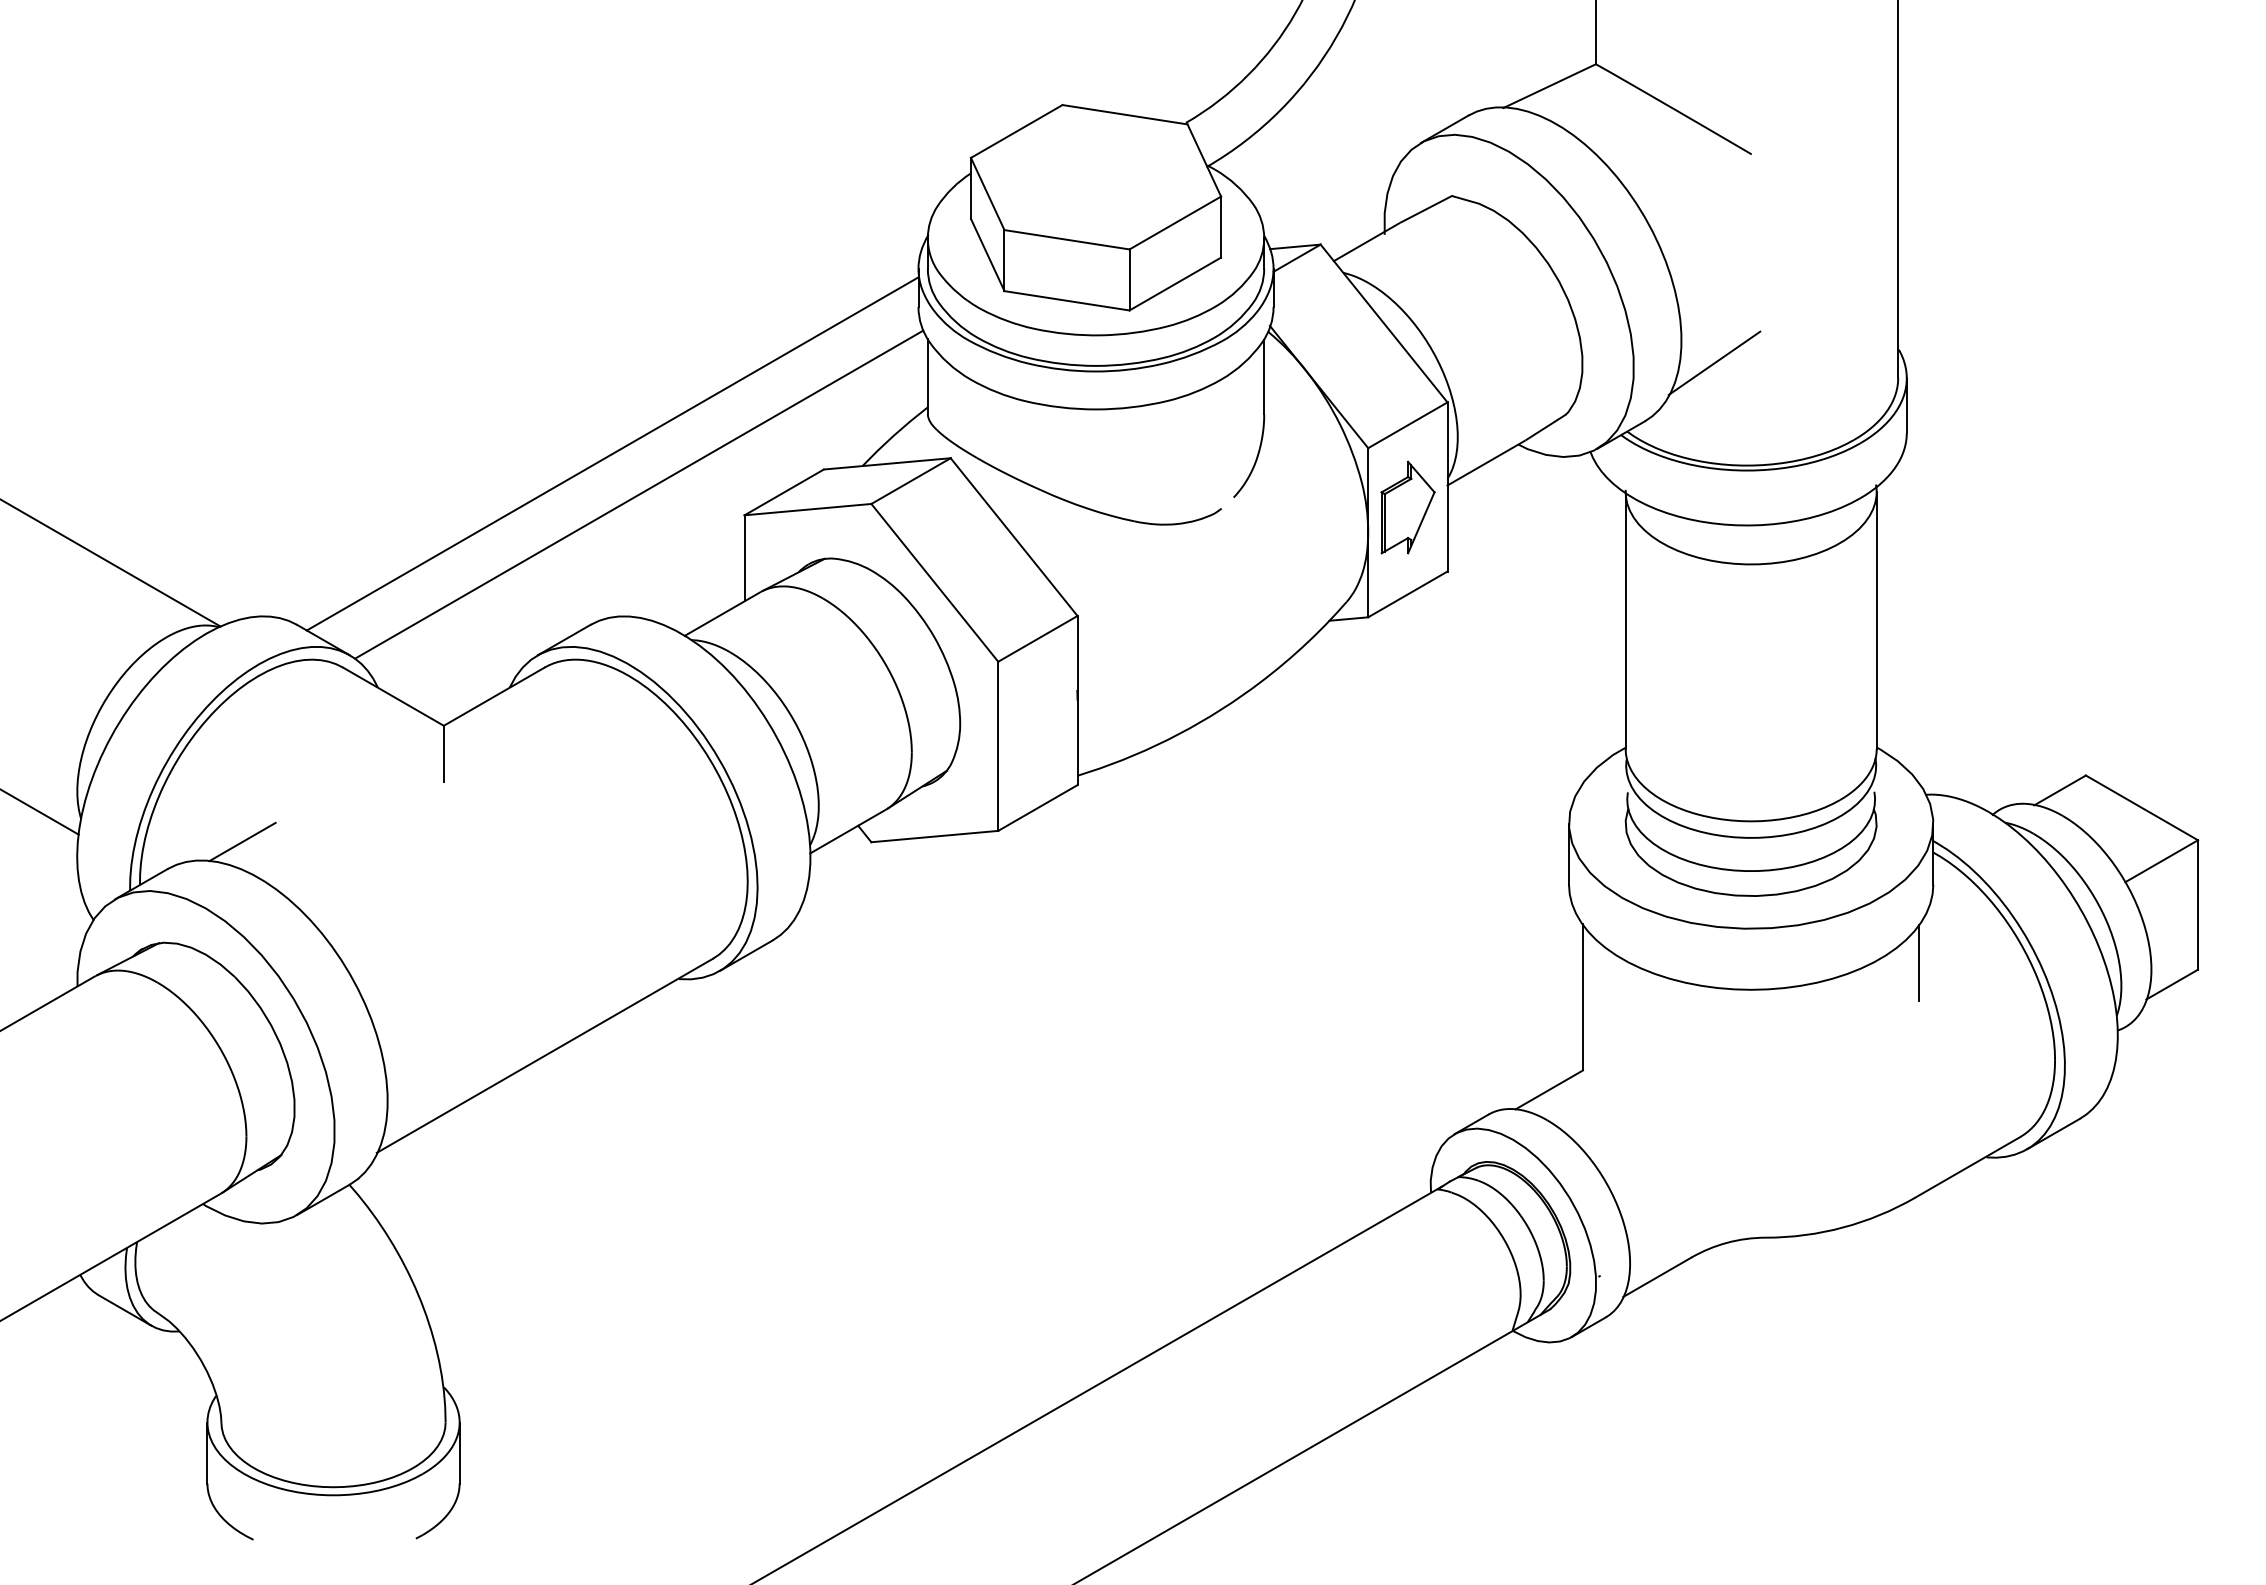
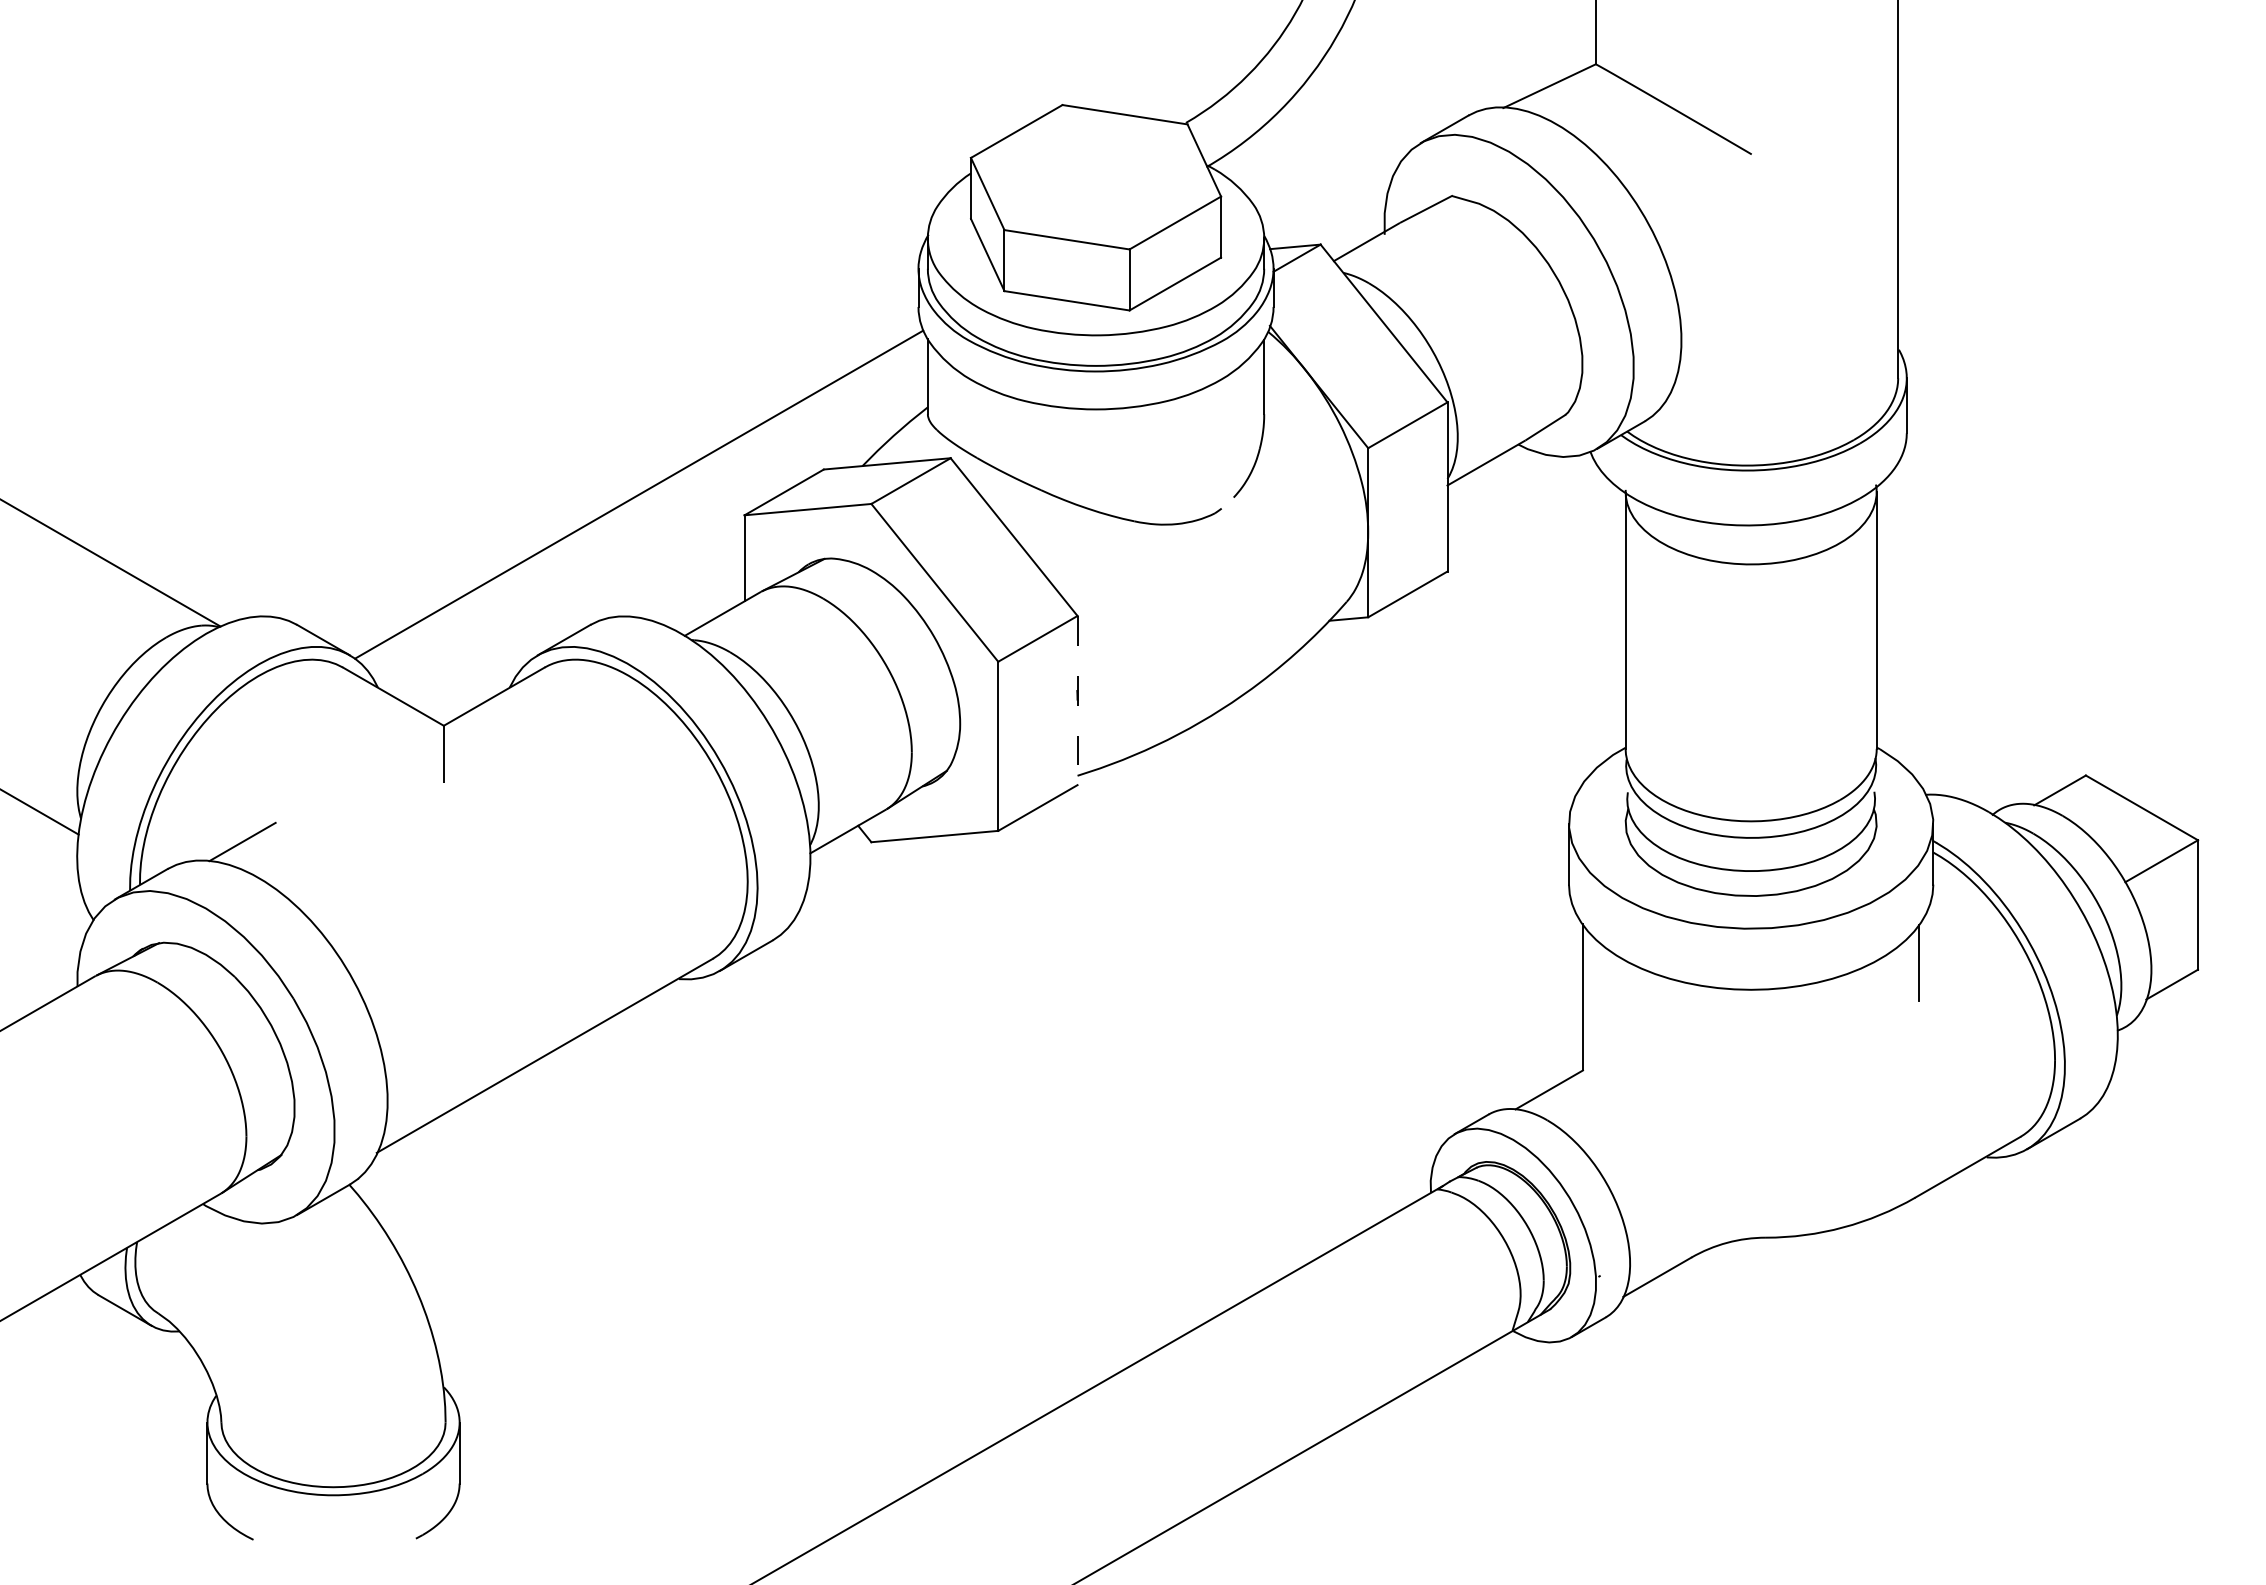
line at (1714, 363): present -> none
line at (612, 453): present -> none
part at (1407, 507): present -> none
line at (1077, 700): solid -> dashed
